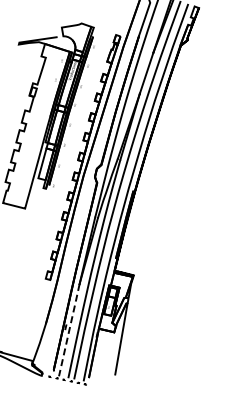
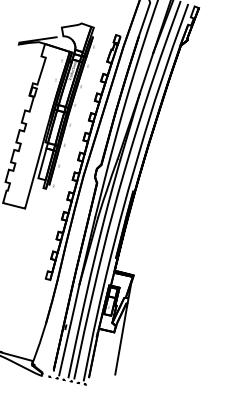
line at (69, 329): dashed -> solid
